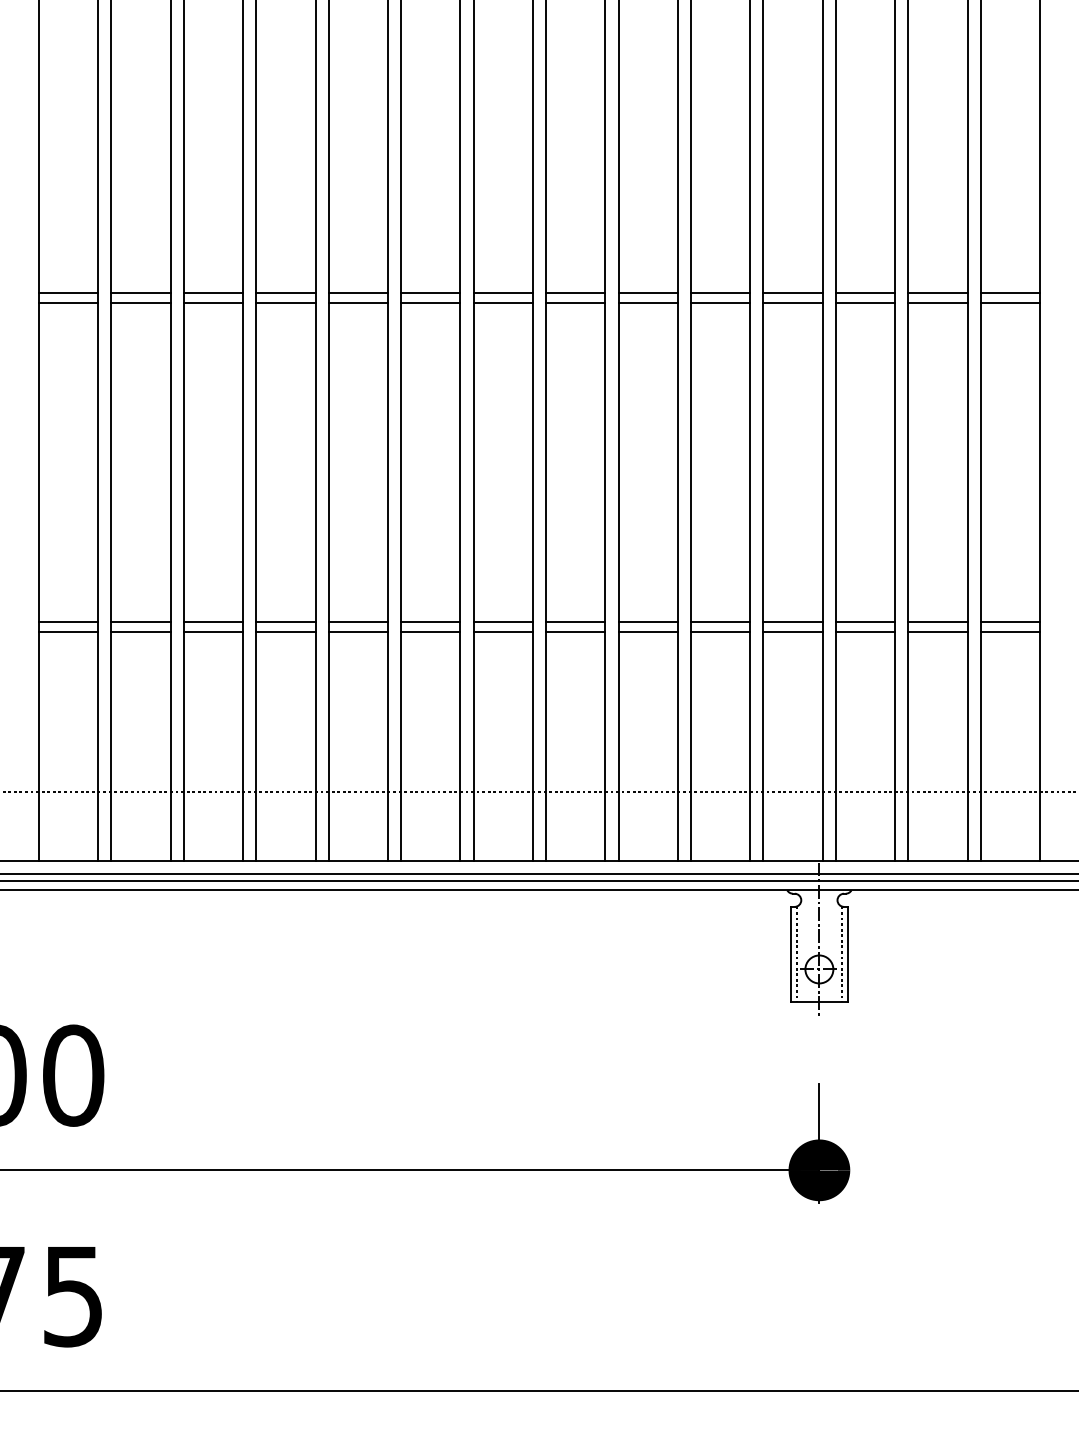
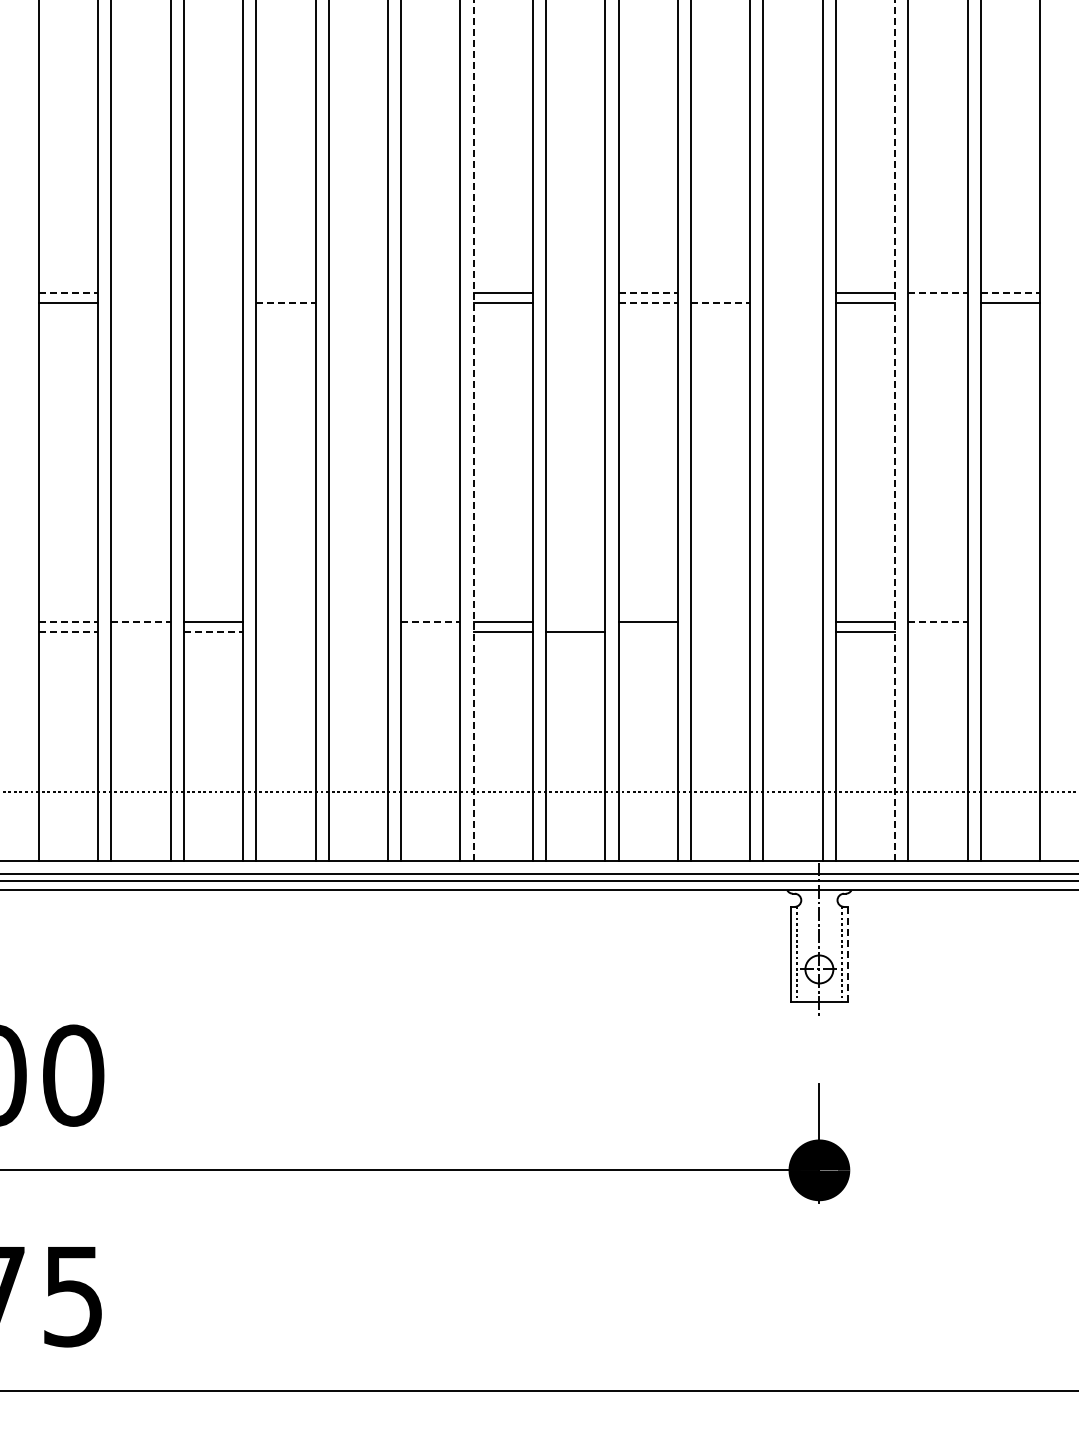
line at (68, 292): solid -> dashed
line at (140, 292): present -> none
line at (213, 292): present -> none
line at (285, 292): present -> none
line at (358, 292): present -> none
line at (430, 292): present -> none
line at (575, 292): present -> none
line at (648, 292): solid -> dashed
line at (720, 292): present -> none
line at (792, 292): present -> none
line at (937, 292): solid -> dashed
line at (1010, 292): solid -> dashed
line at (140, 302): present -> none
line at (213, 302): present -> none
line at (285, 302): solid -> dashed
line at (358, 302): present -> none
line at (430, 302): present -> none
line at (575, 302): present -> none
line at (648, 302): solid -> dashed
line at (720, 302): solid -> dashed
line at (792, 302): present -> none
line at (937, 302): present -> none
line at (473, 429): solid -> dashed
line at (895, 429): solid -> dashed
line at (68, 622): solid -> dashed
line at (141, 622): solid -> dashed
line at (285, 622): present -> none
line at (358, 622): present -> none
line at (430, 622): solid -> dashed
line at (575, 622): present -> none
line at (720, 622): present -> none
line at (792, 622): present -> none
line at (937, 622): solid -> dashed
line at (1010, 622): present -> none
line at (68, 631): solid -> dashed
line at (140, 631): present -> none
line at (213, 631): solid -> dashed
line at (285, 631): present -> none
line at (358, 631): present -> none
line at (430, 631): present -> none
line at (647, 631): present -> none
line at (720, 631): present -> none
line at (792, 631): present -> none
line at (937, 631): present -> none
line at (1010, 631): present -> none
line at (848, 954): solid -> dashed
